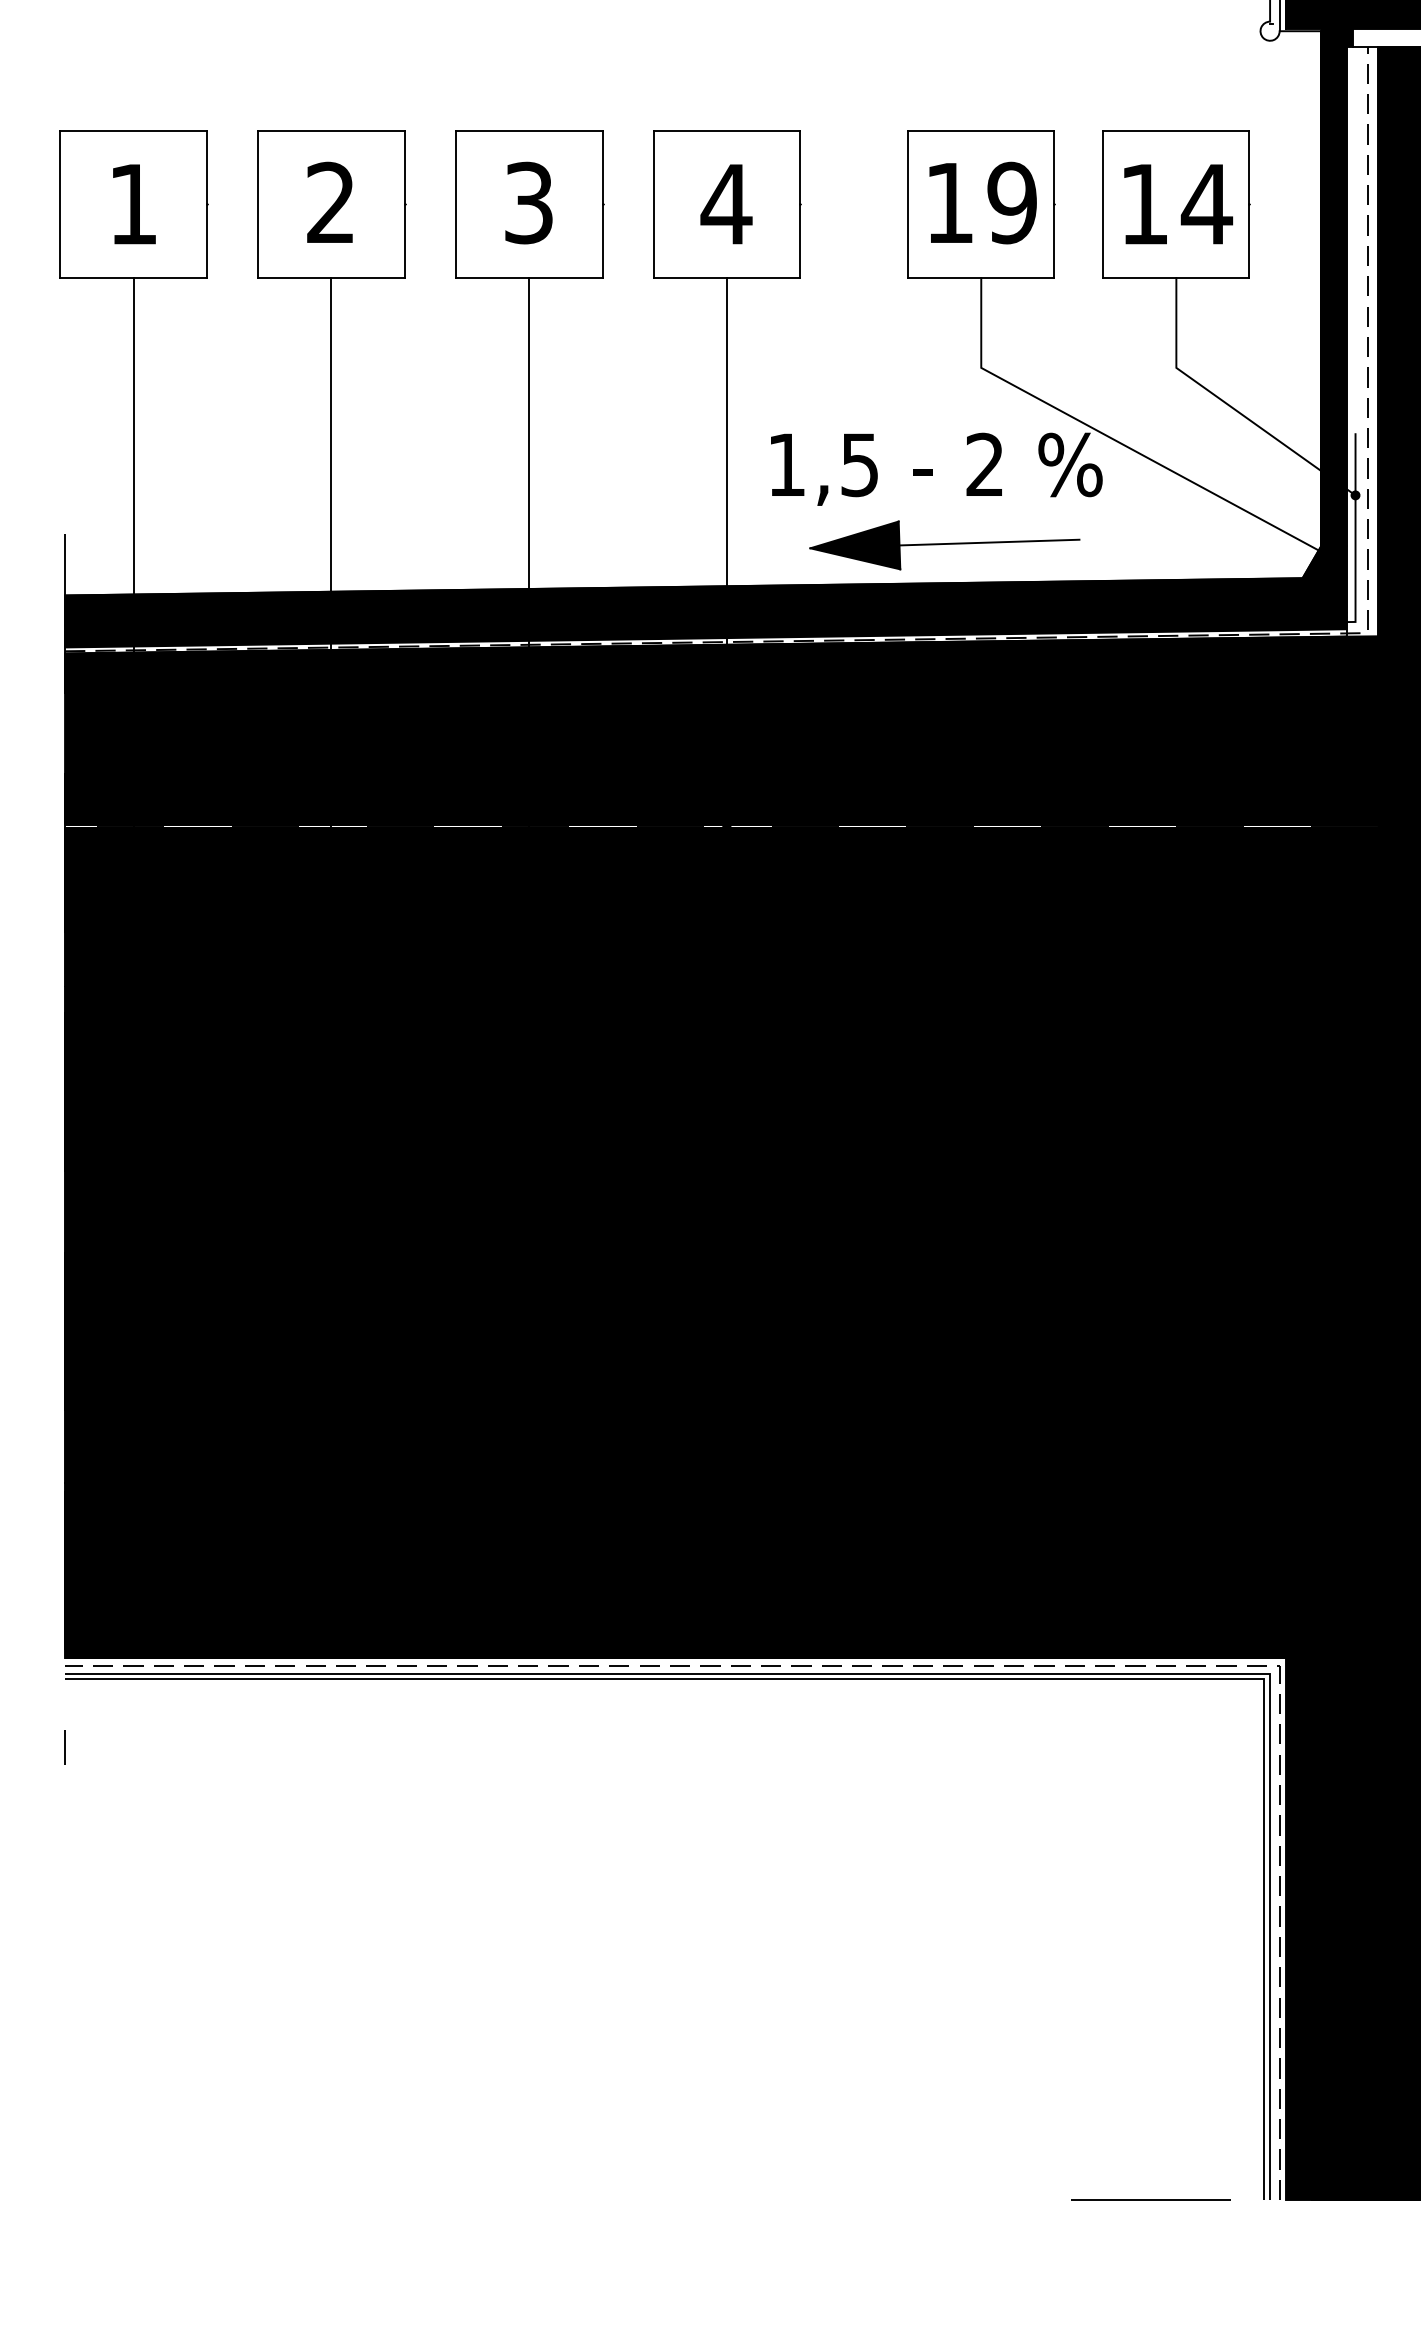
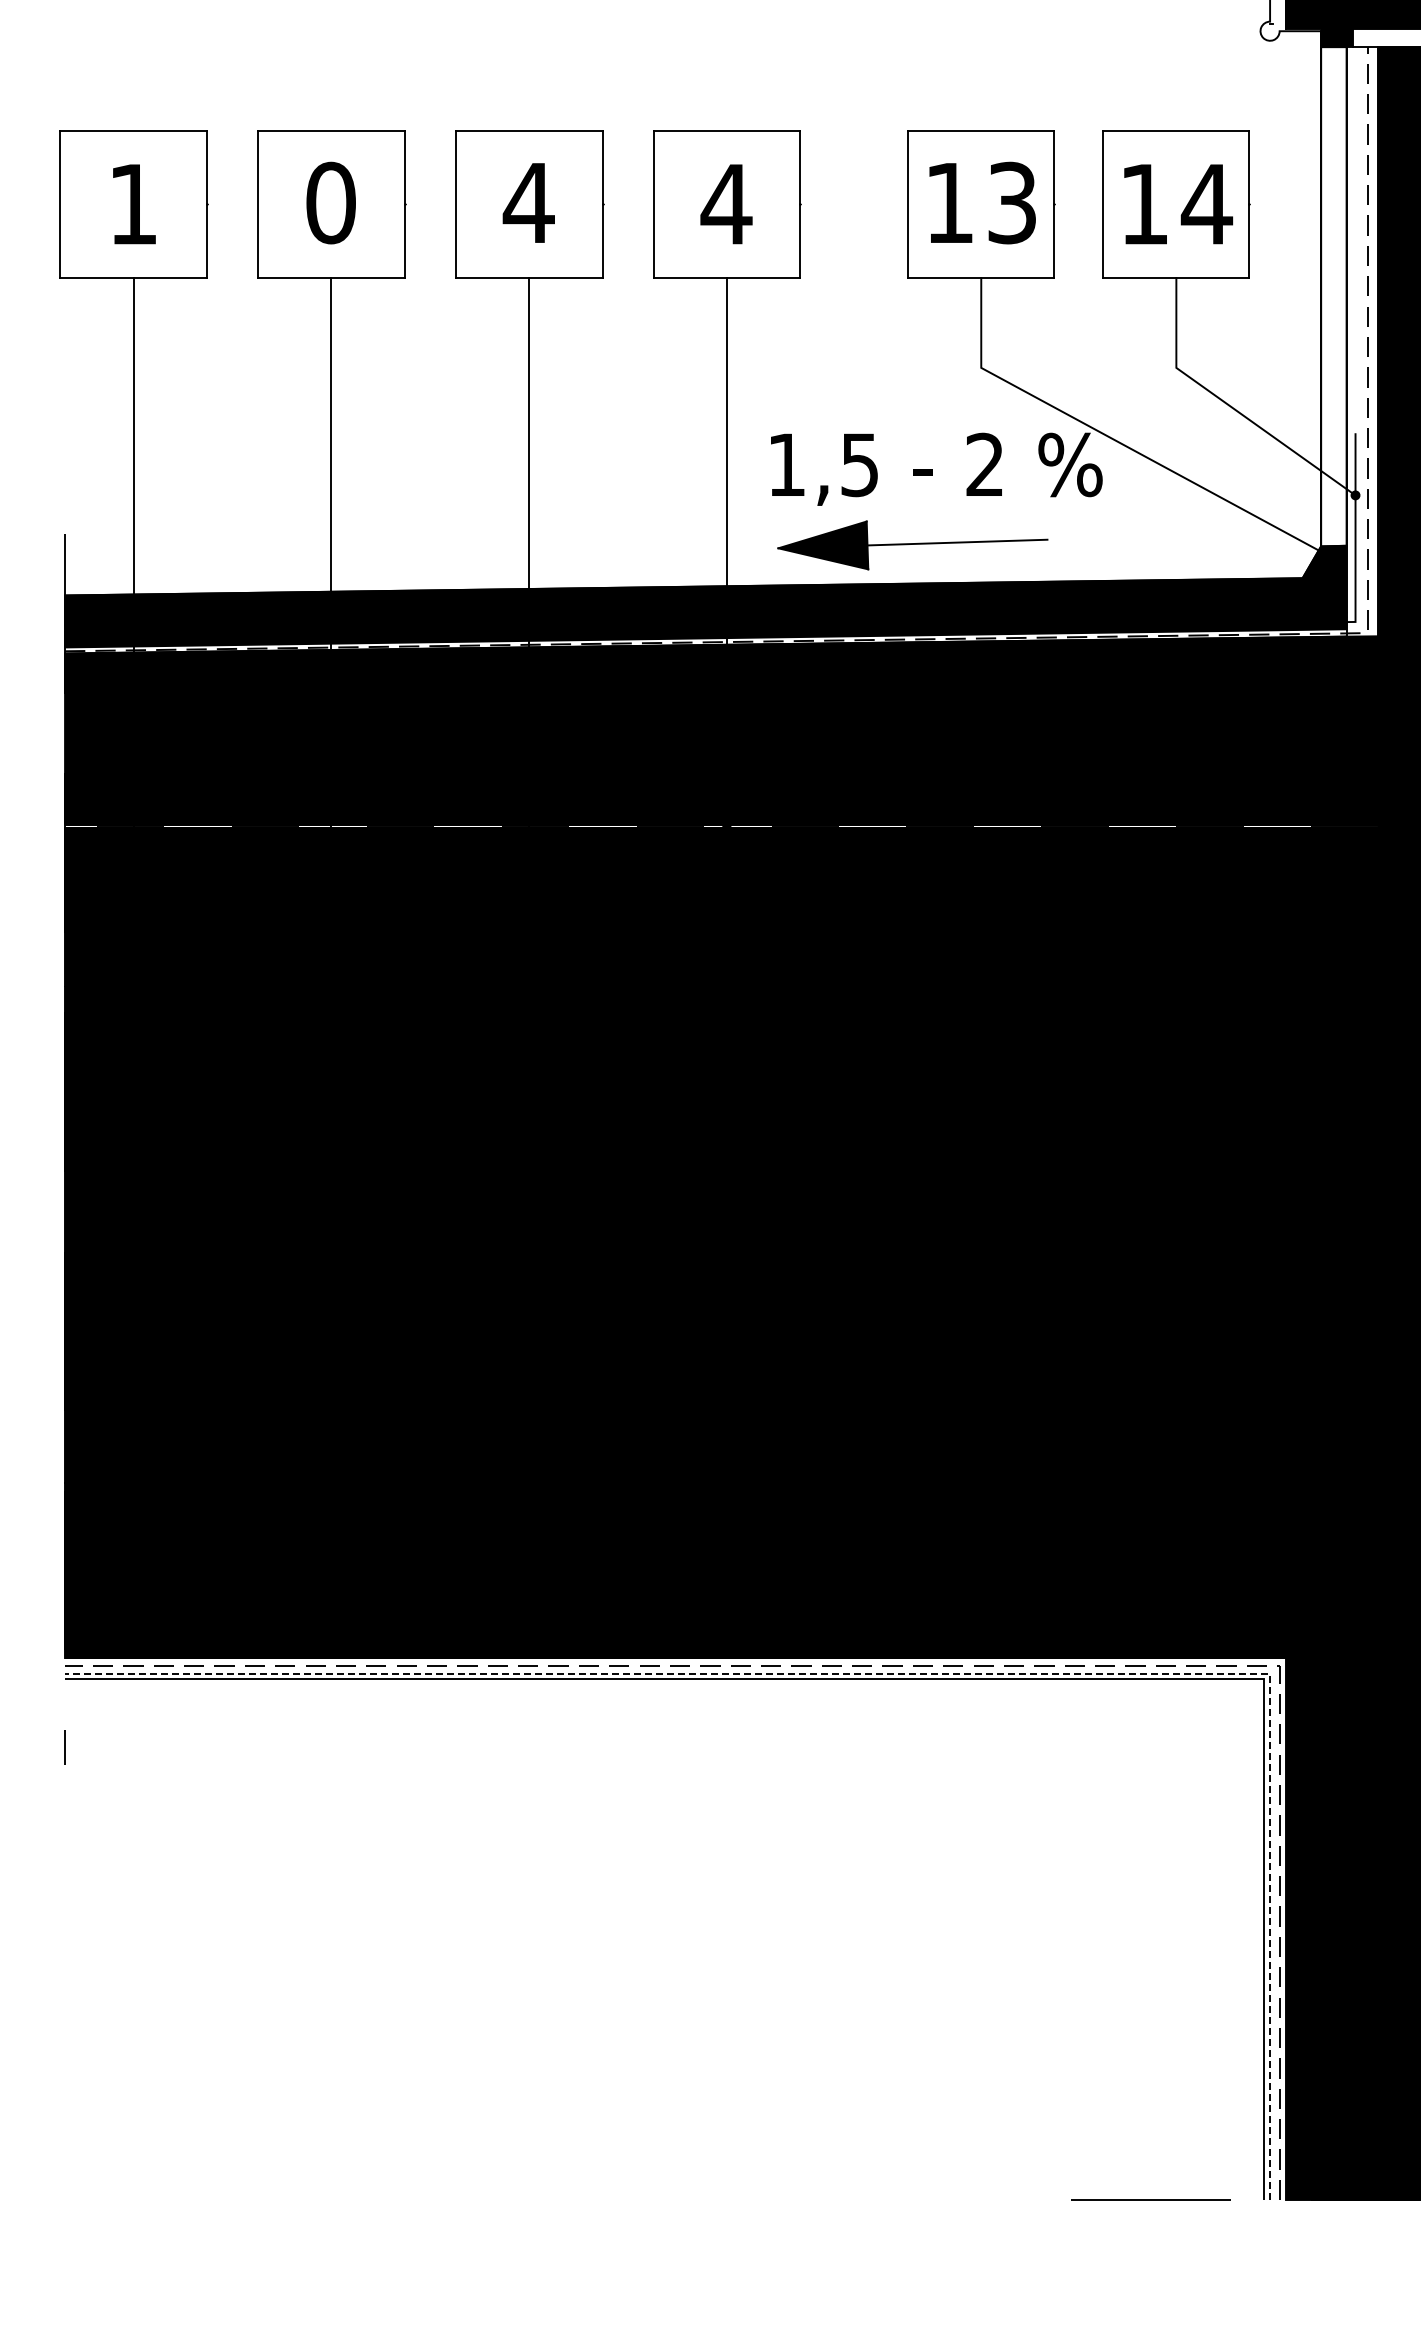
line at (1279, 16): present -> none
text at (330, 202): 2 -> 0
text at (528, 202): 3 -> 4
text at (1011, 203): 19 -> 13
fill at (1333, 296): present -> none
part at (944, 545) position: (944, 545) -> (912, 545)
line at (931, 1673): solid -> dashed
